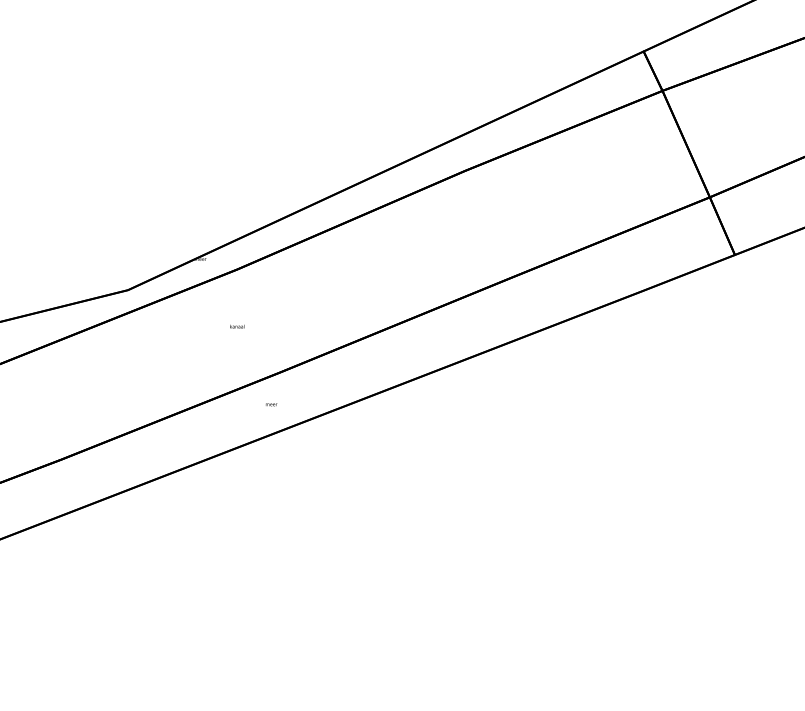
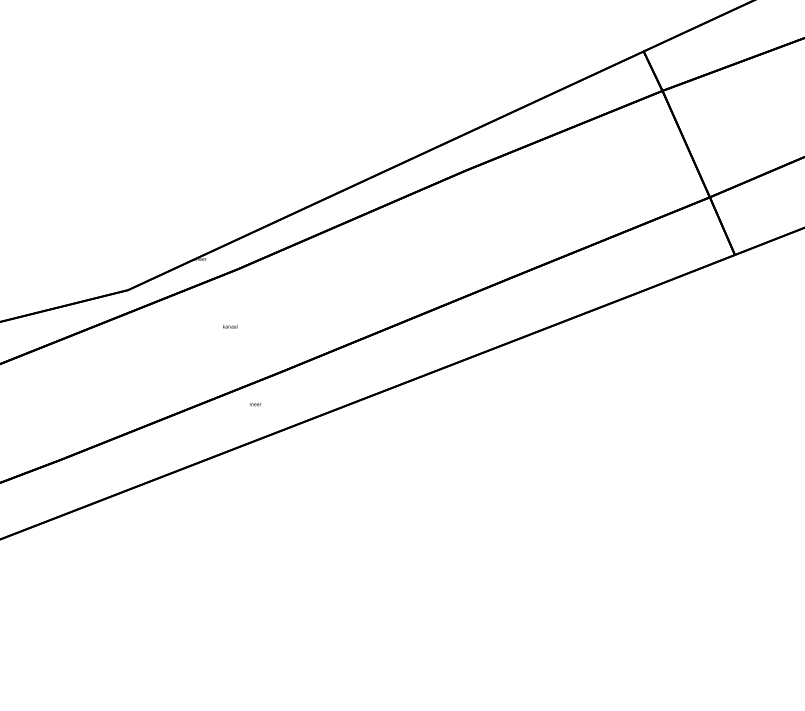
text at (237, 326) position: (237, 326) -> (230, 326)
text at (271, 404) position: (271, 404) -> (255, 404)
